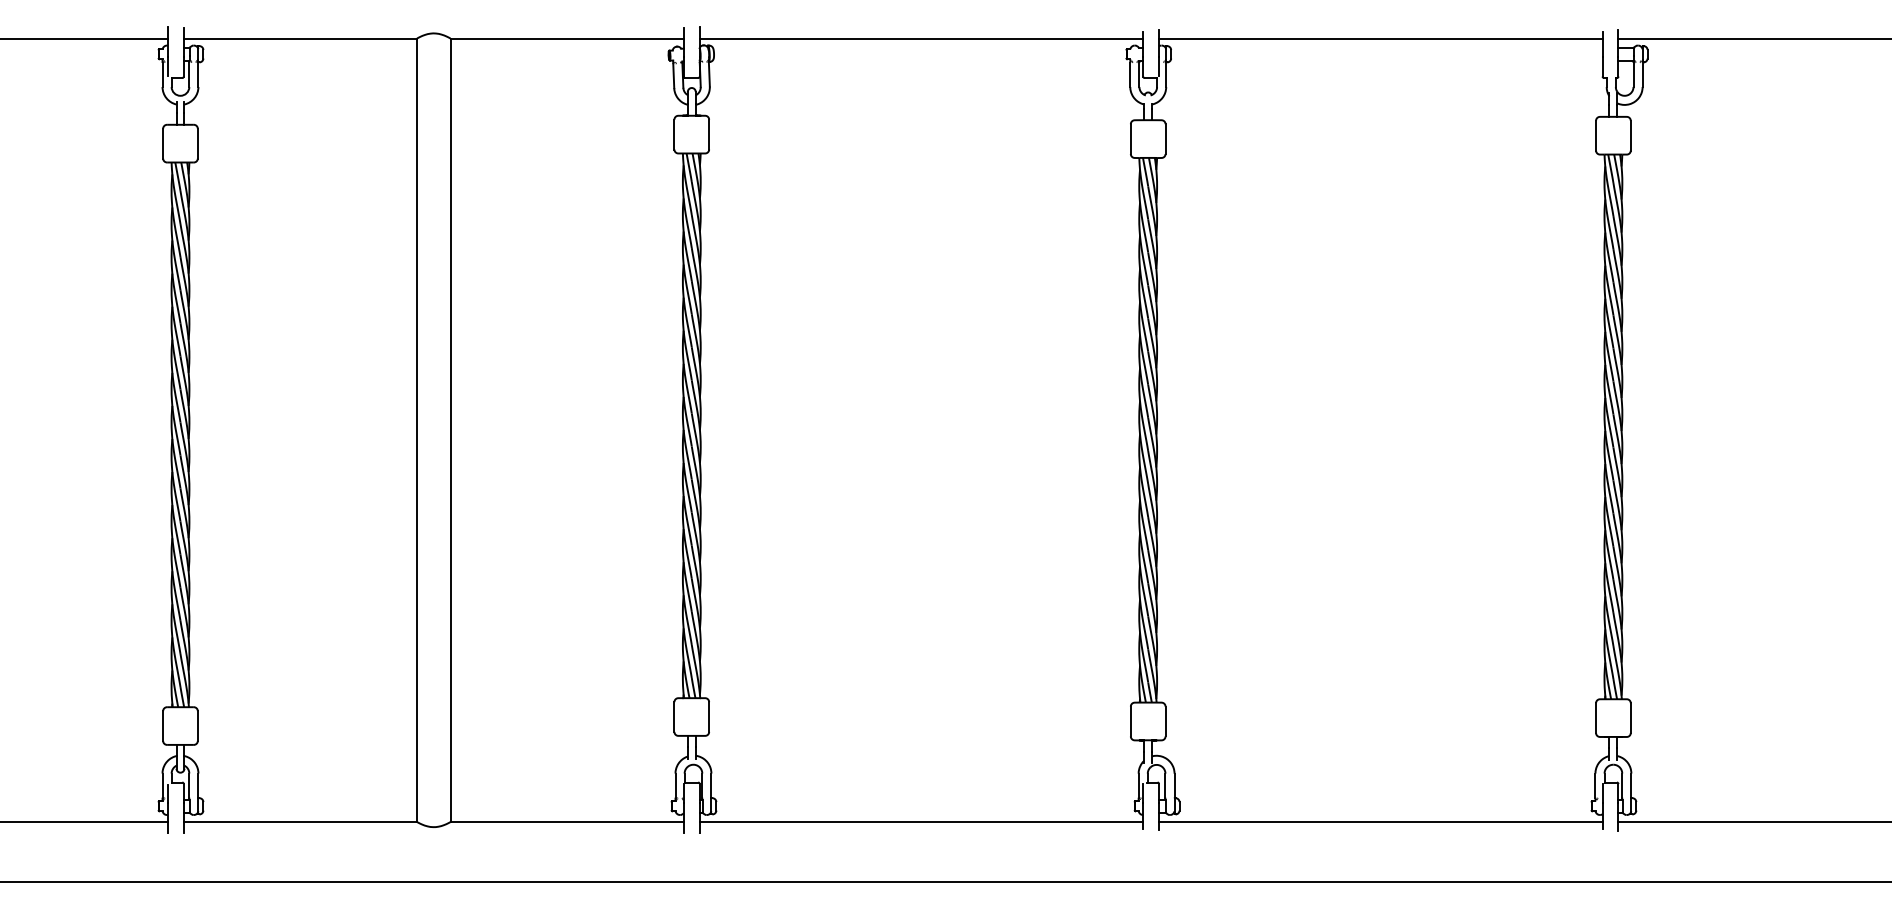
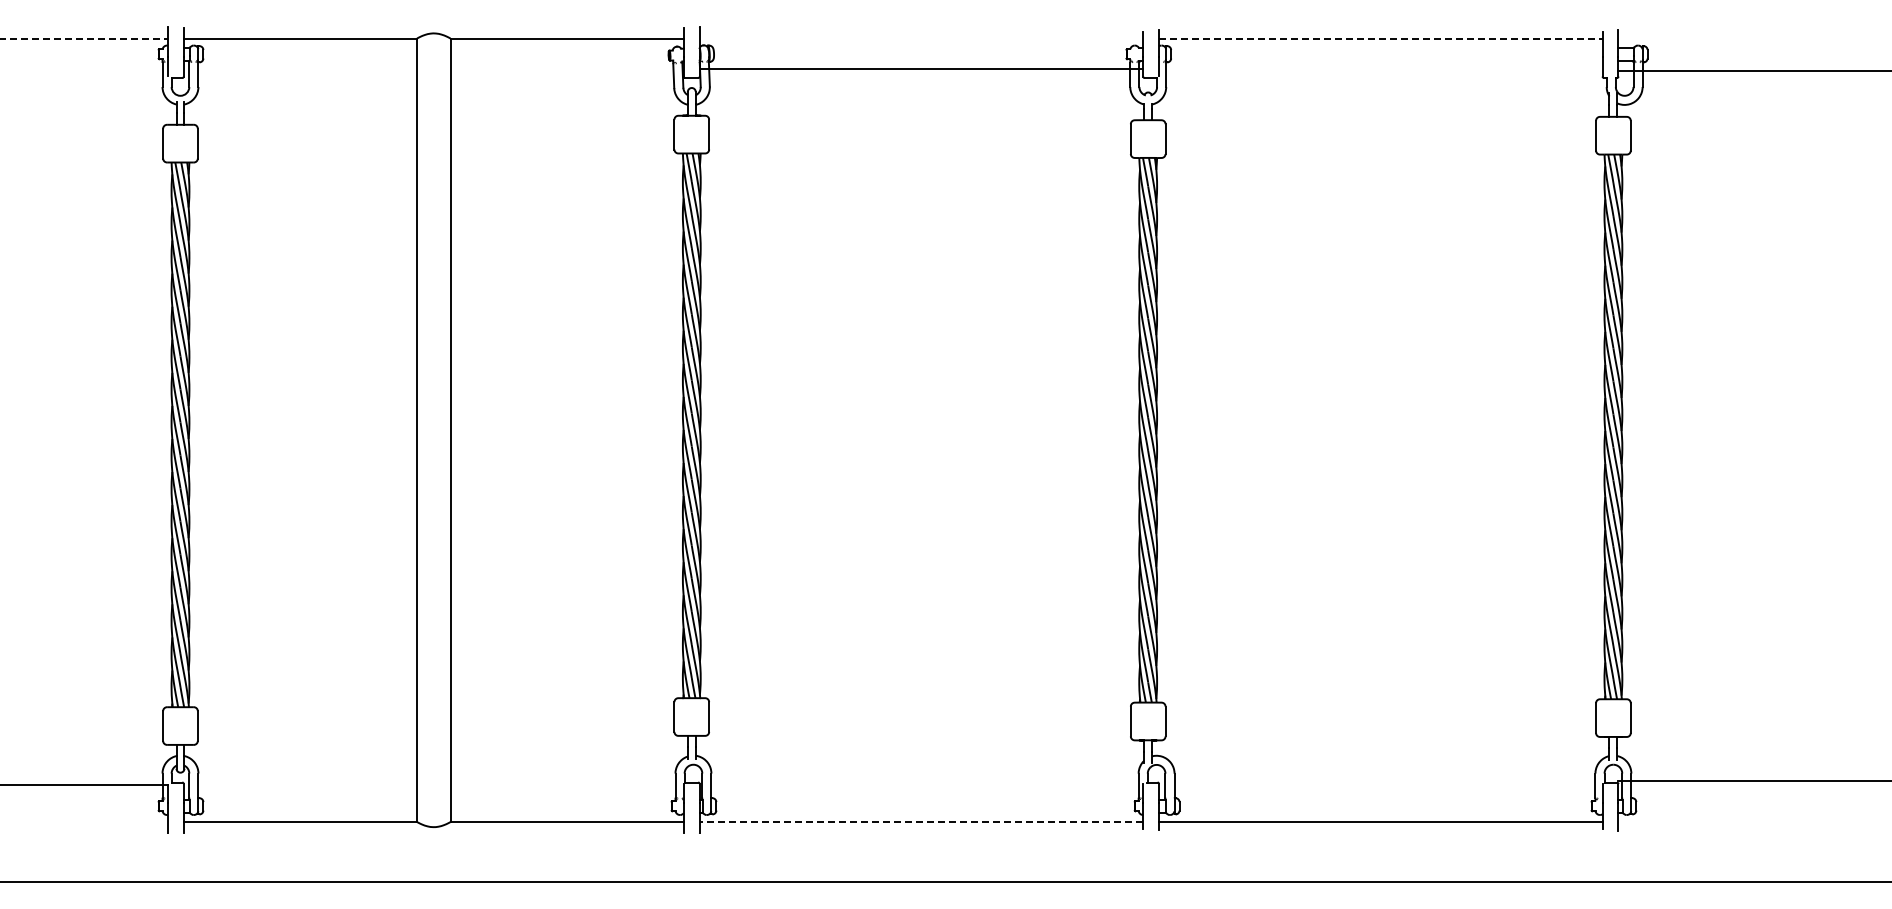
line at (84, 38): solid -> dashed
line at (921, 38) position: (921, 38) -> (921, 68)
line at (1380, 38): solid -> dashed
line at (1753, 38) position: (1753, 38) -> (1753, 70)
line at (84, 822) position: (84, 822) -> (84, 785)
line at (921, 822): solid -> dashed
line at (1753, 822) position: (1753, 822) -> (1753, 781)
